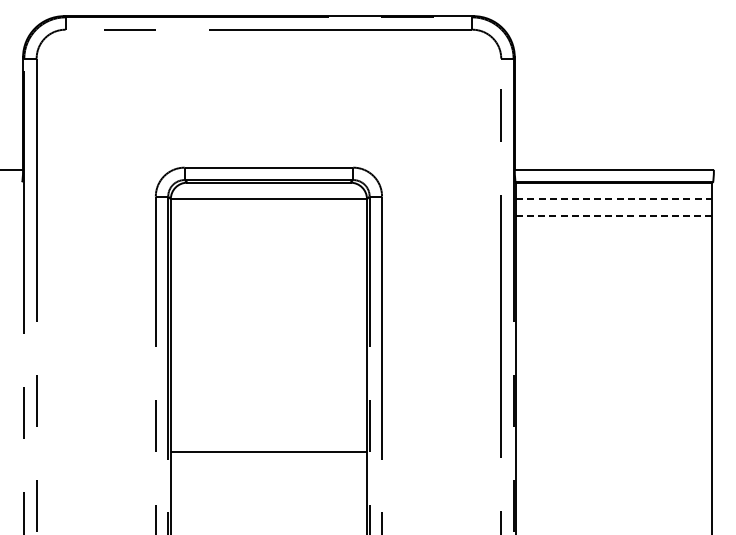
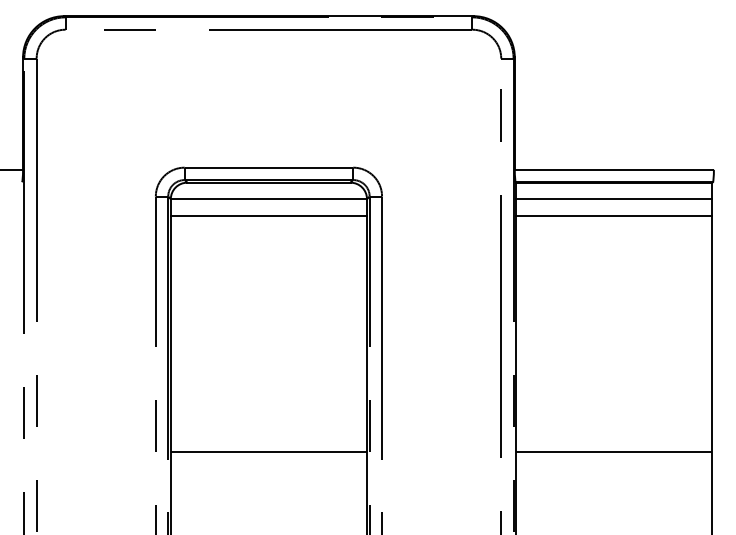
line at (614, 199): dashed -> solid
line at (268, 215): none -> present
line at (613, 215): dashed -> solid
line at (614, 451): none -> present
